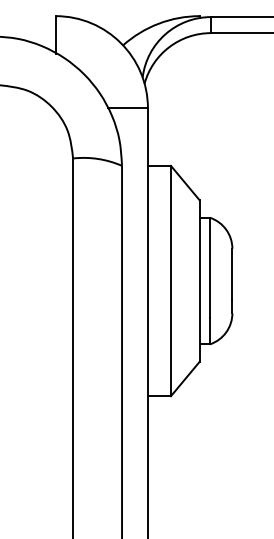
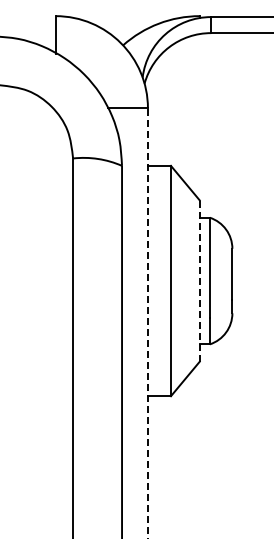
line at (199, 281): solid -> dashed
line at (147, 323): solid -> dashed
